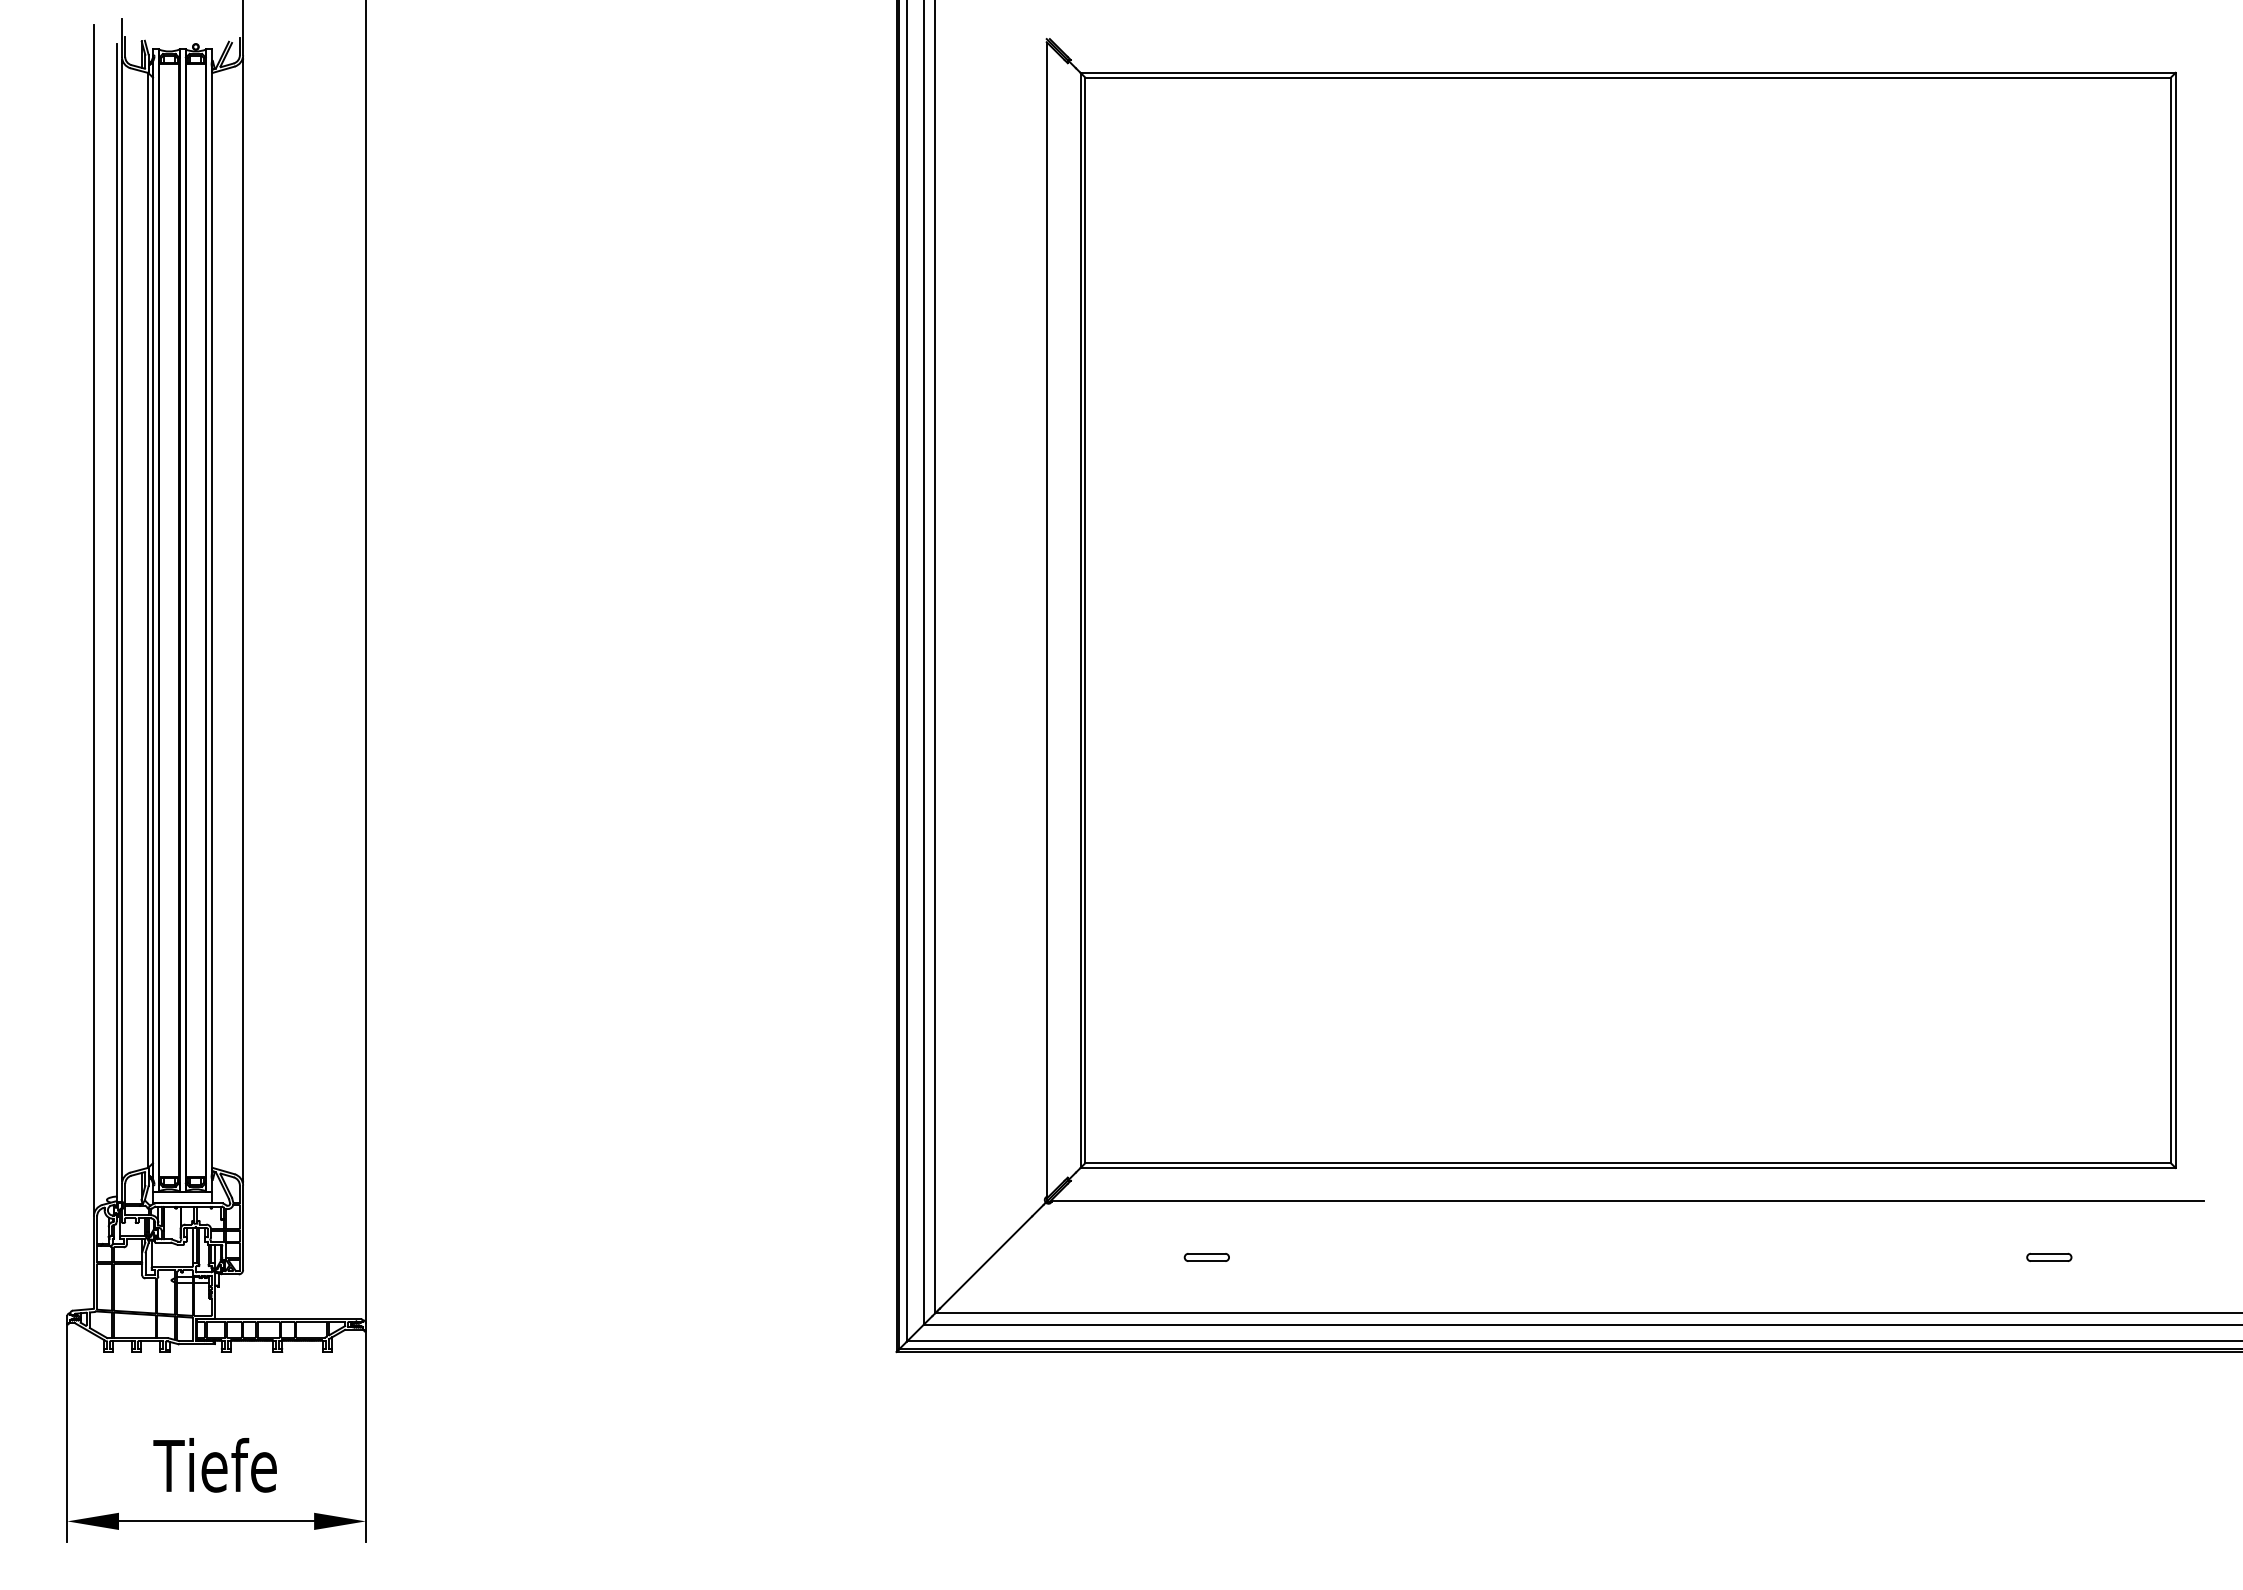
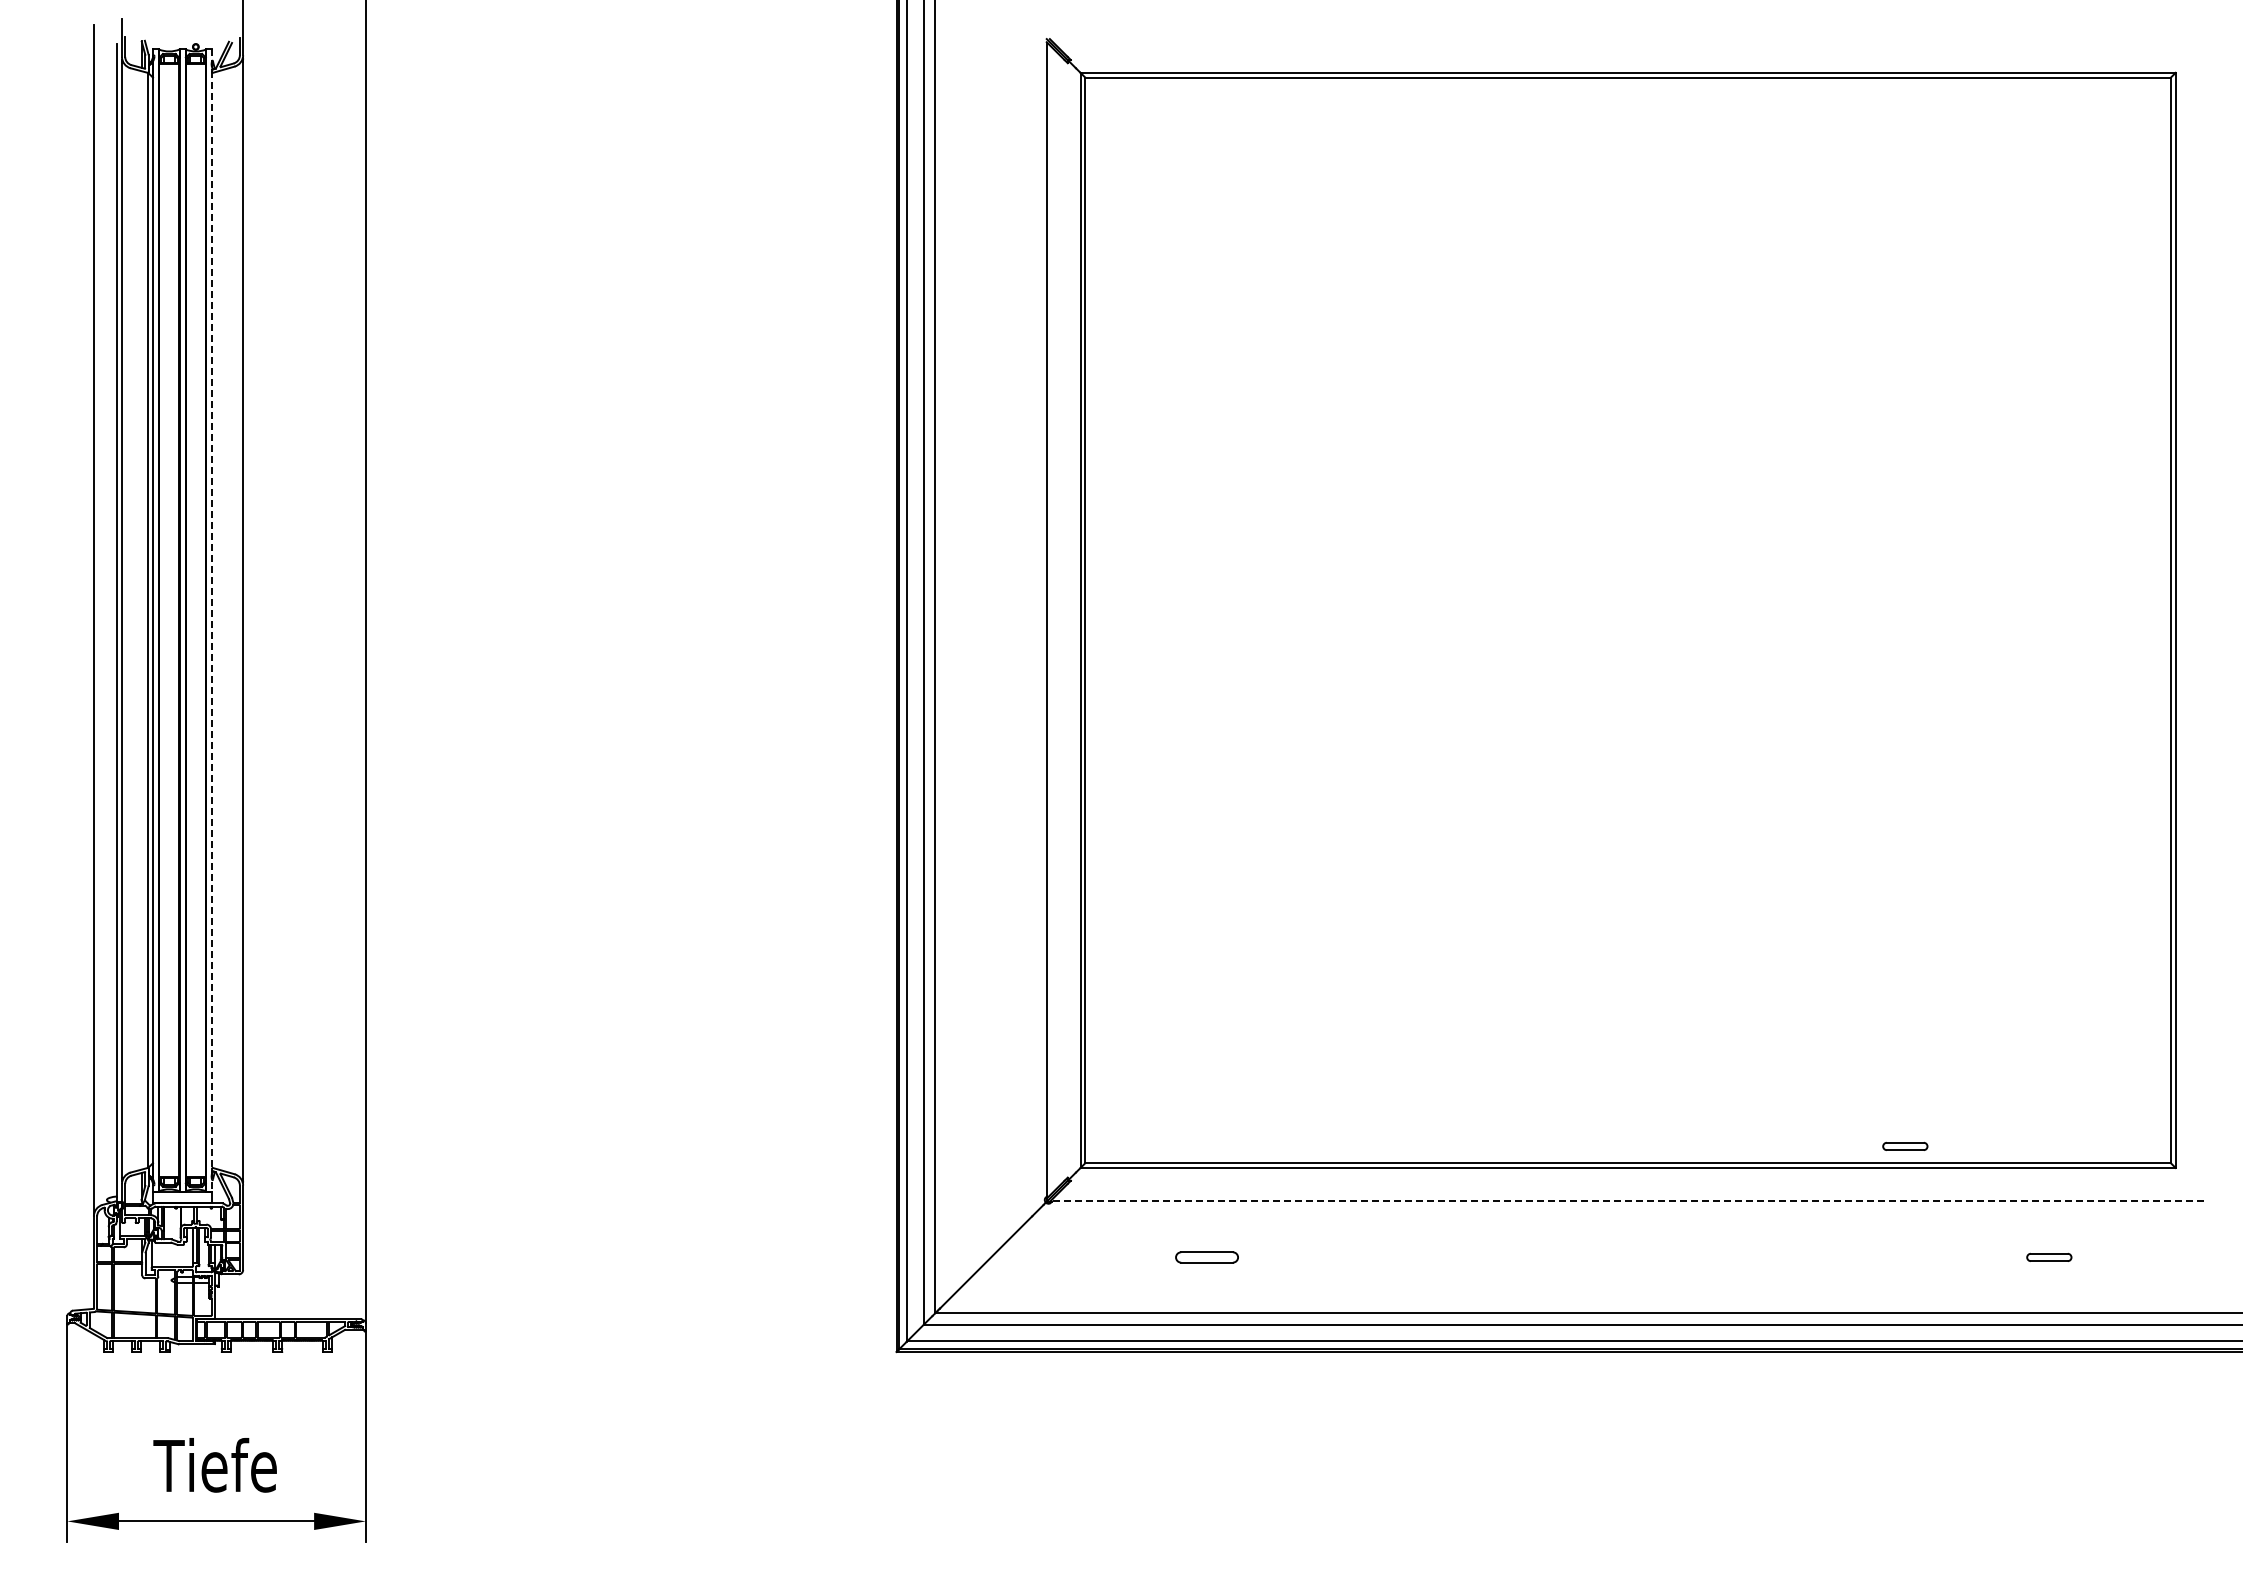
line at (212, 620): solid -> dashed
part at (1905, 1145): none -> present
line at (1627, 1201): solid -> dashed
part at (1206, 1257) size: 47x9 px -> 64x13 px
